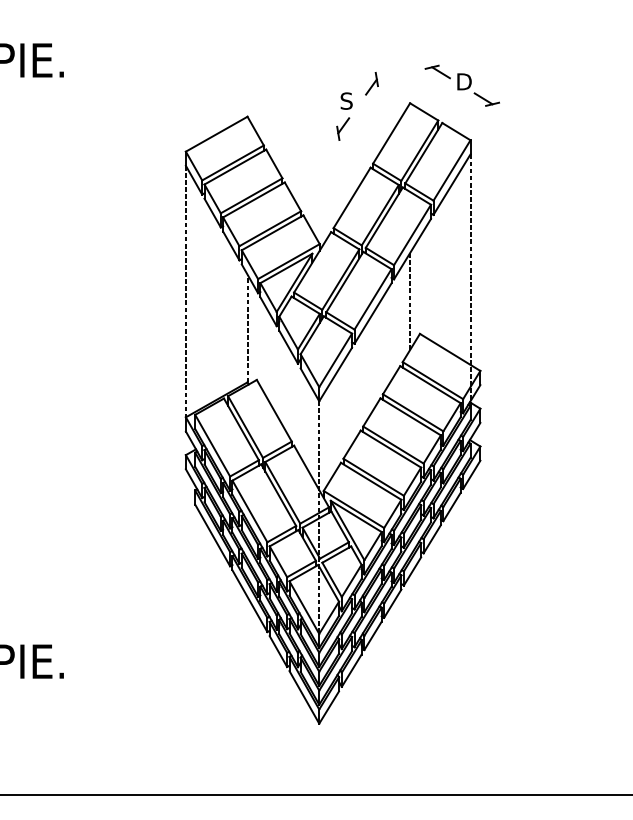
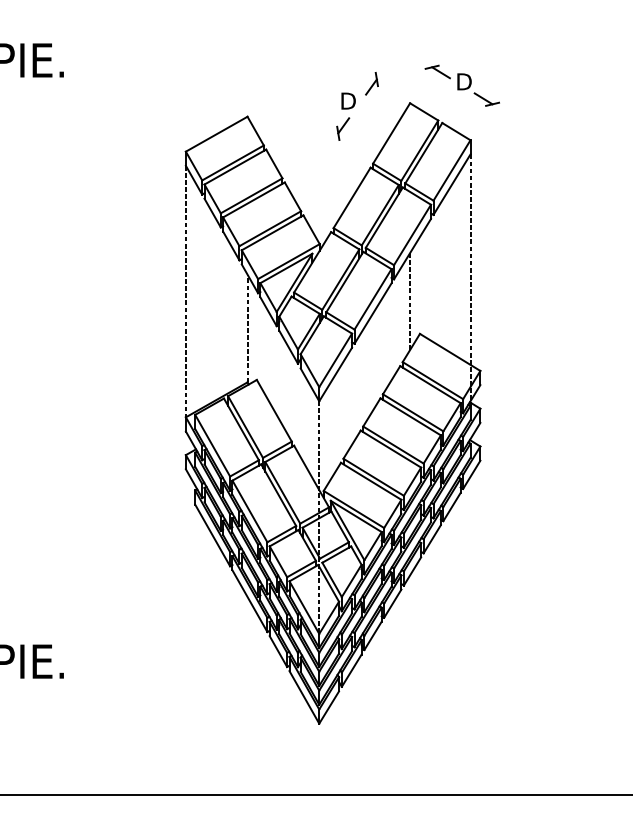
text at (347, 100): S -> D
